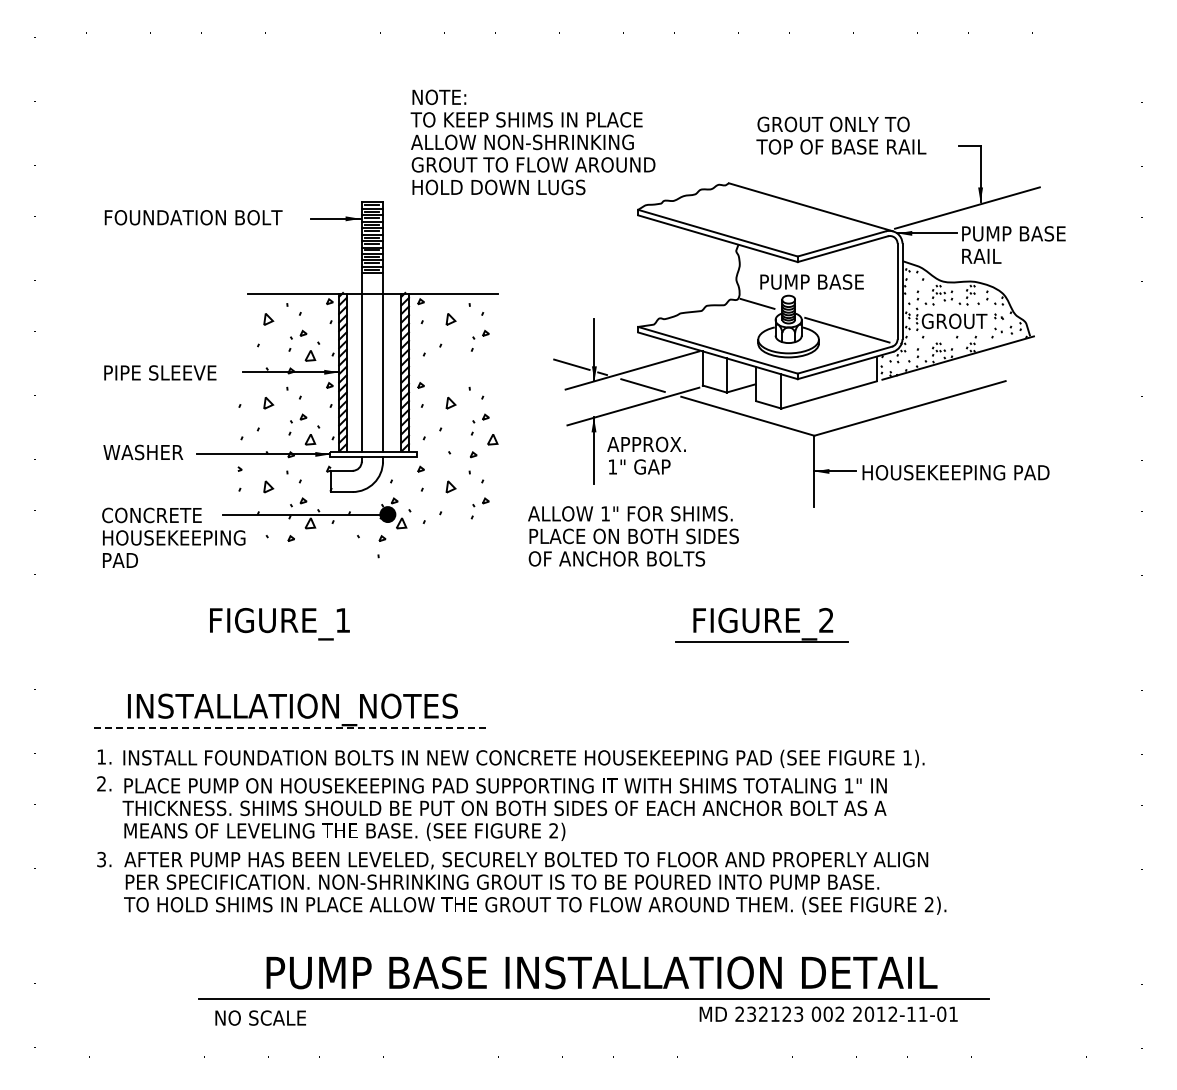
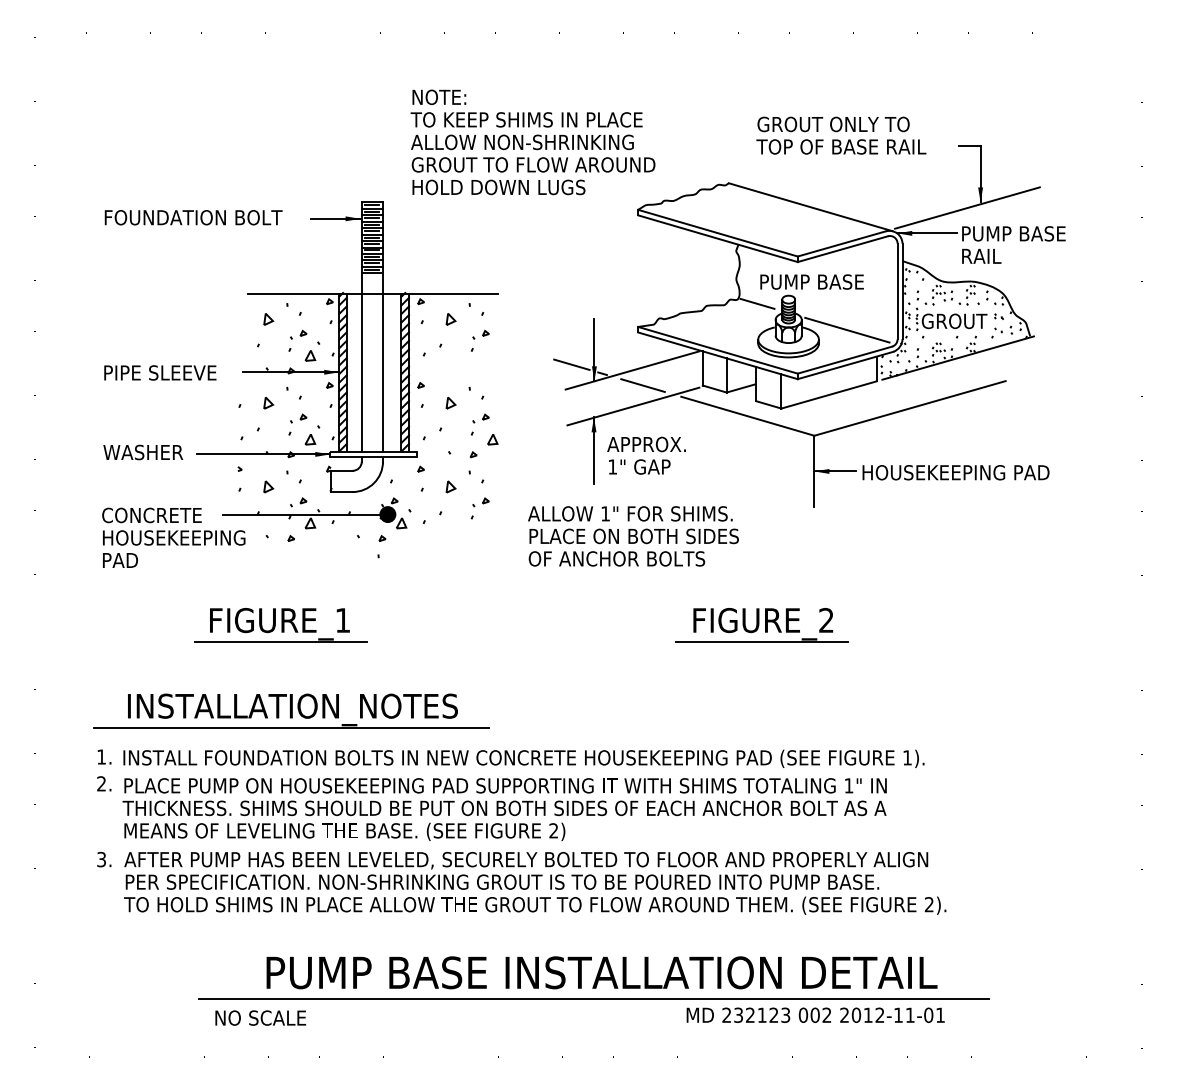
line at (280, 642): none -> present
line at (291, 728): dashed -> solid
text at (828, 1013) position: (828, 1013) -> (815, 1014)
